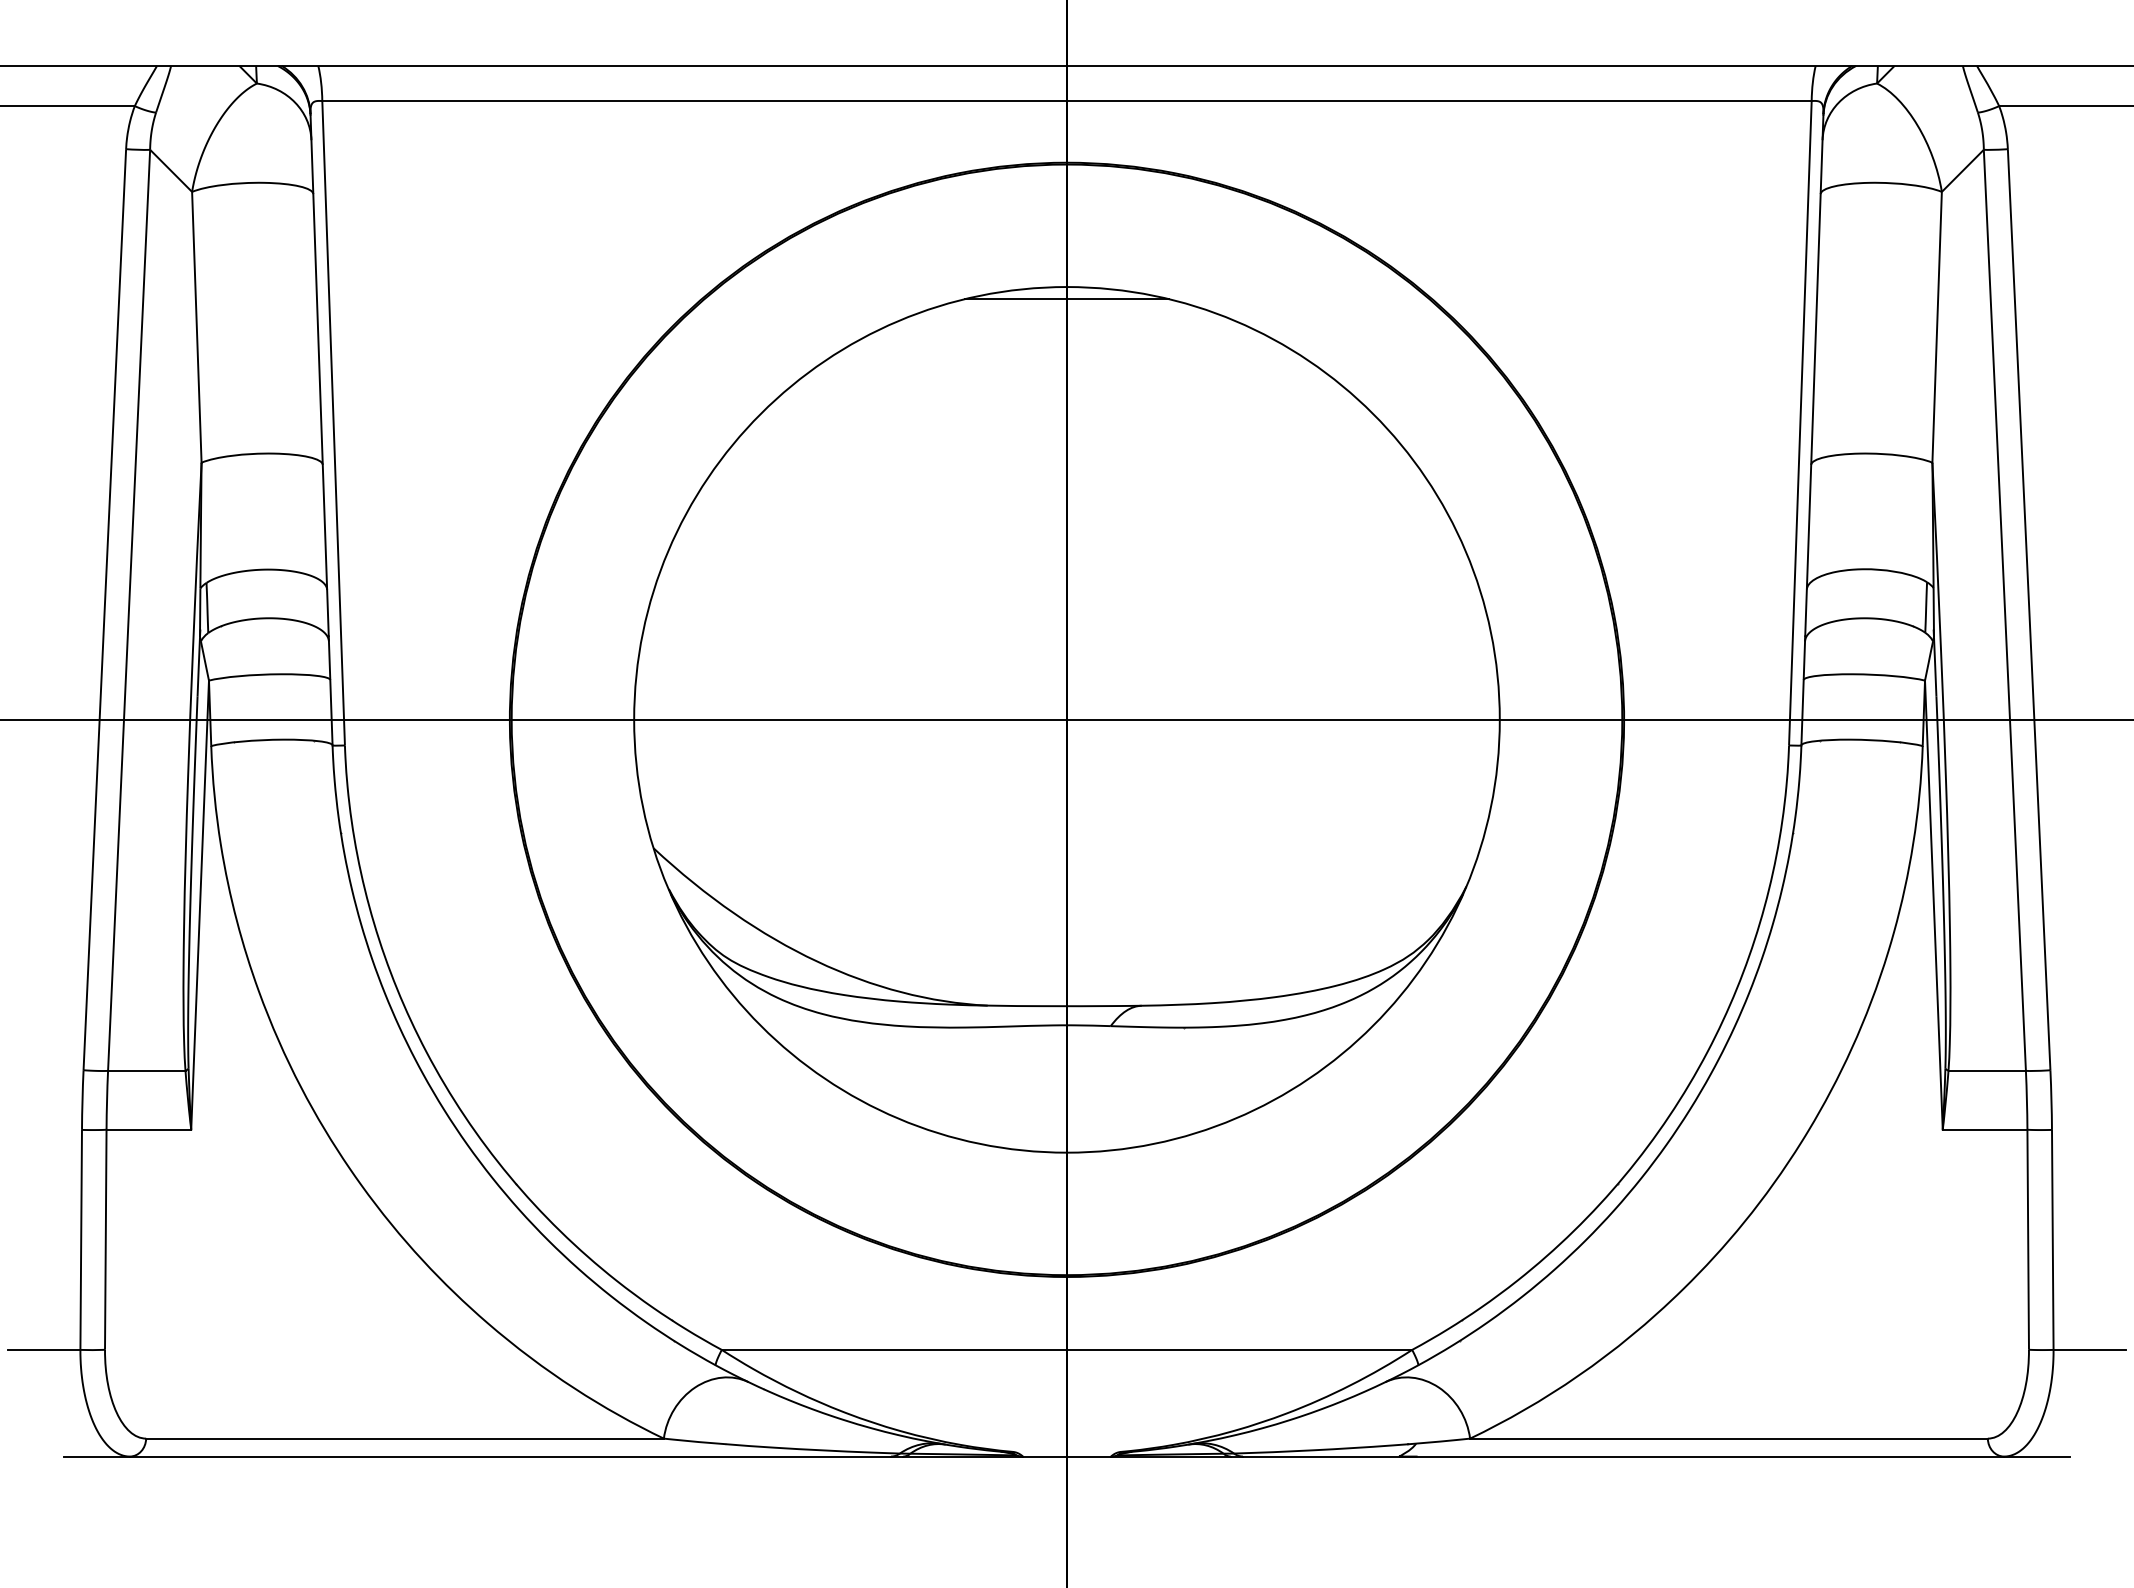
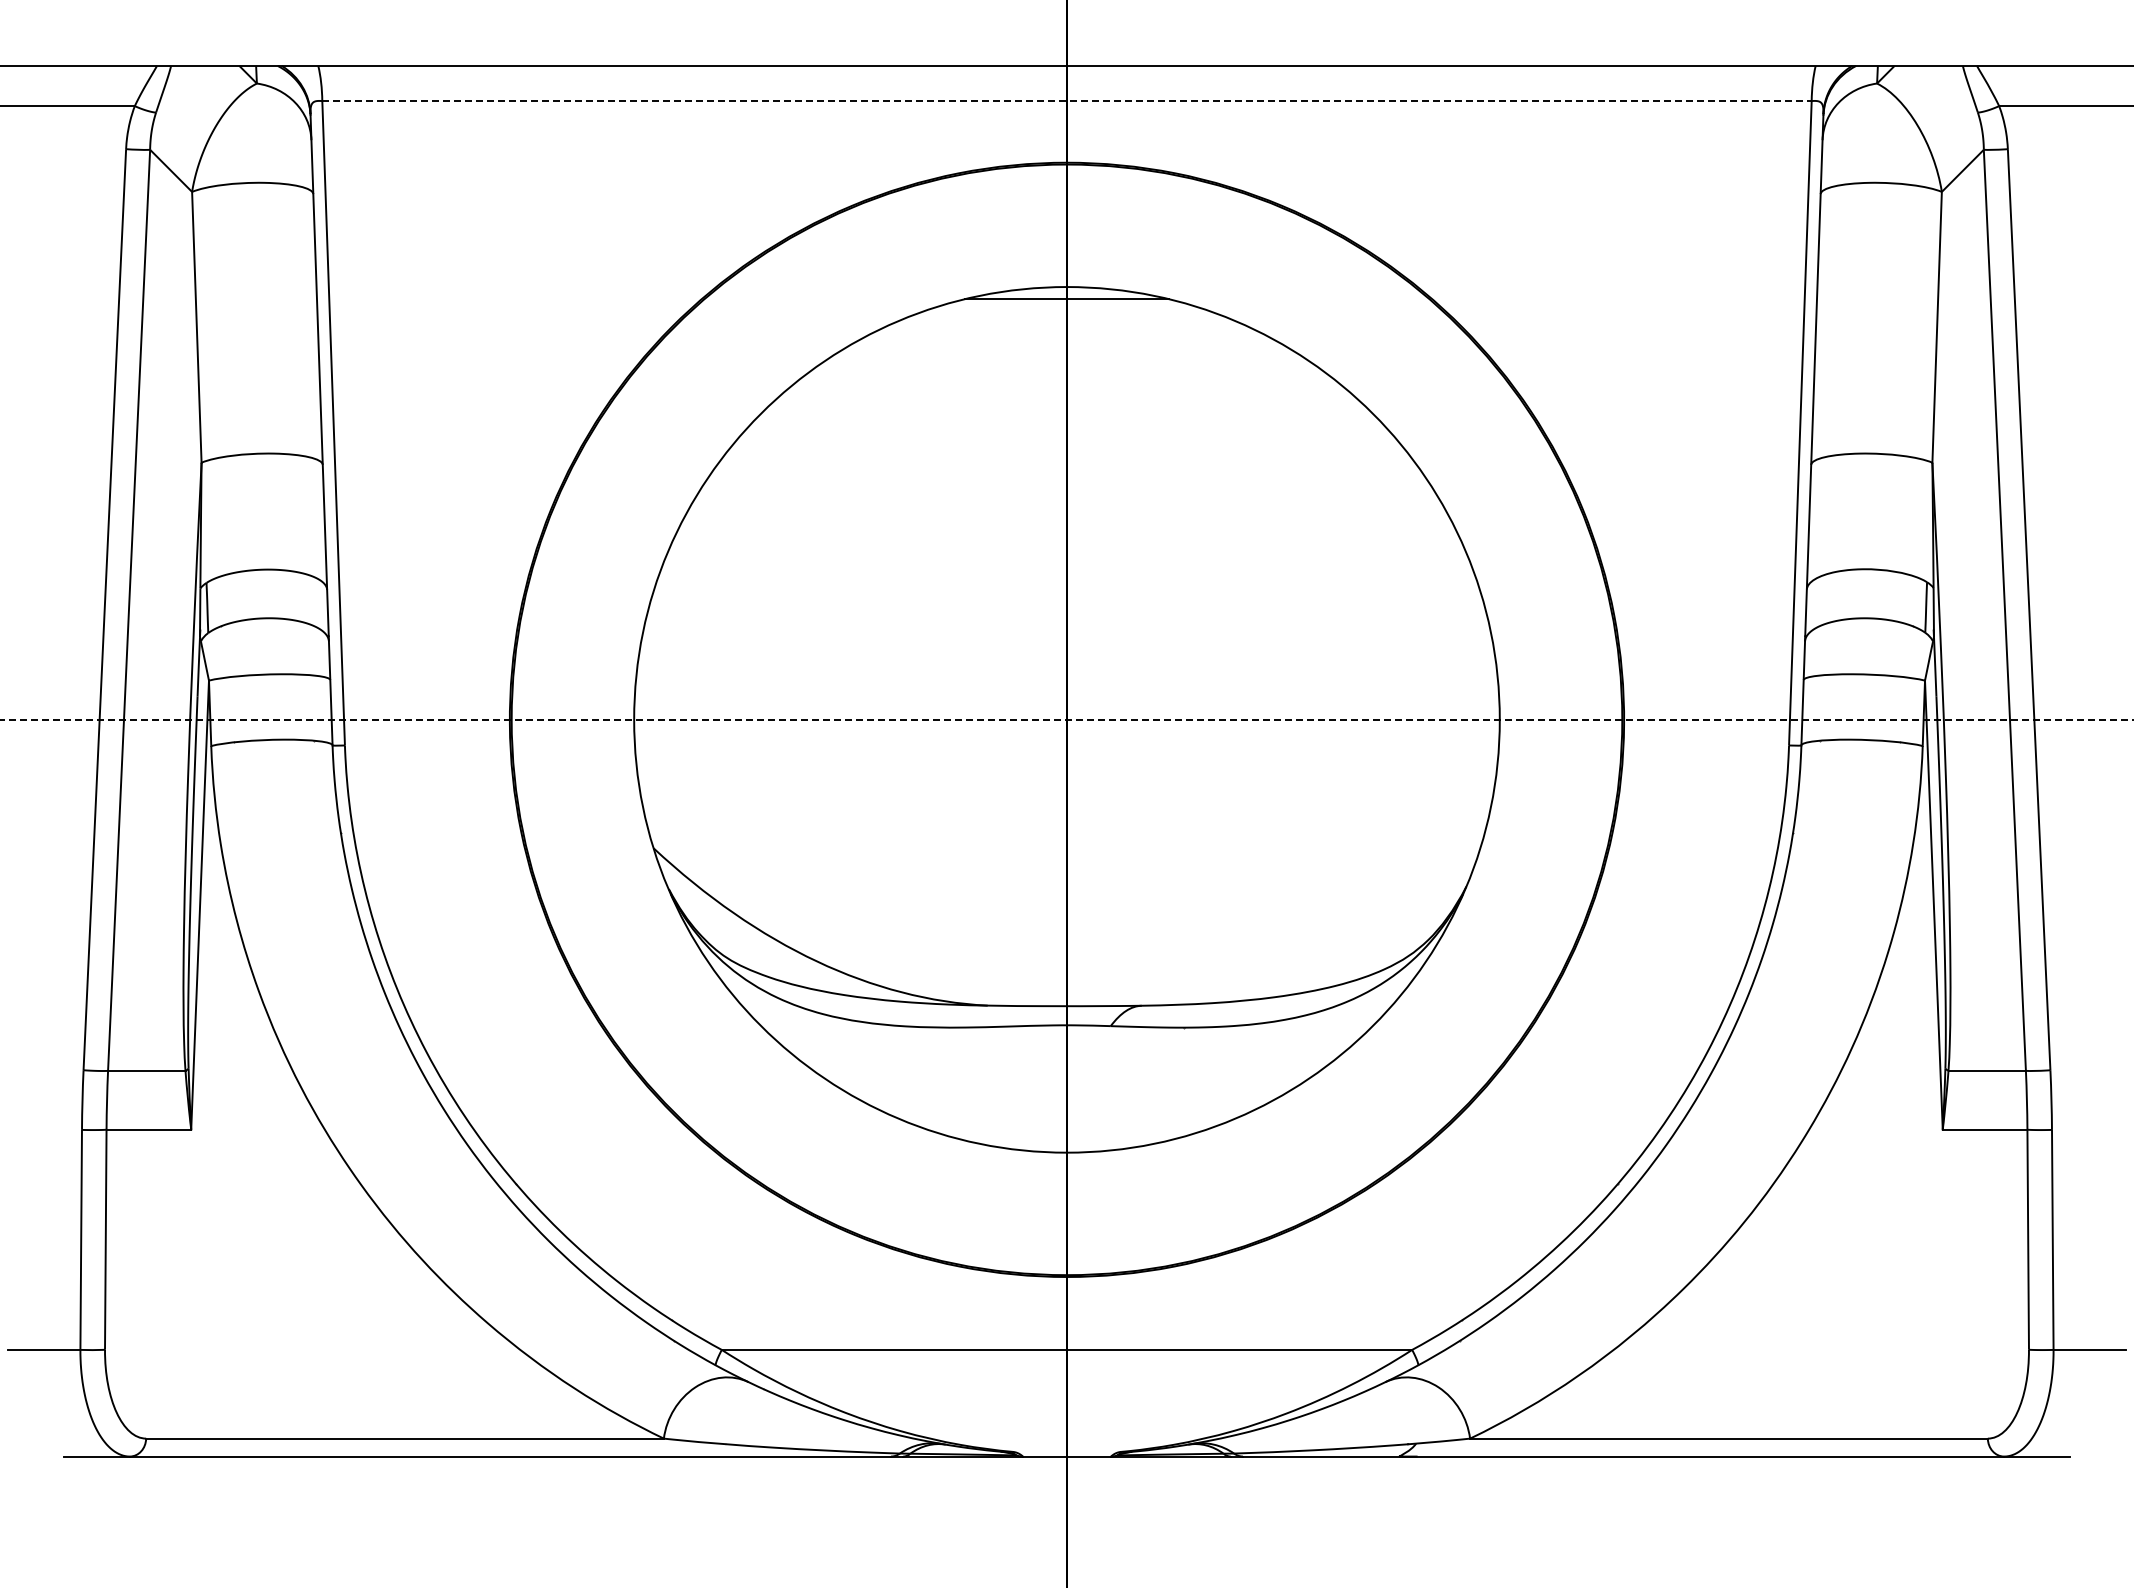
line at (1067, 101): solid -> dashed
line at (1066, 719): solid -> dashed
